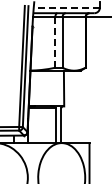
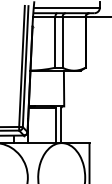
line at (66, 7): dashed -> solid
line at (55, 42): dashed -> solid
